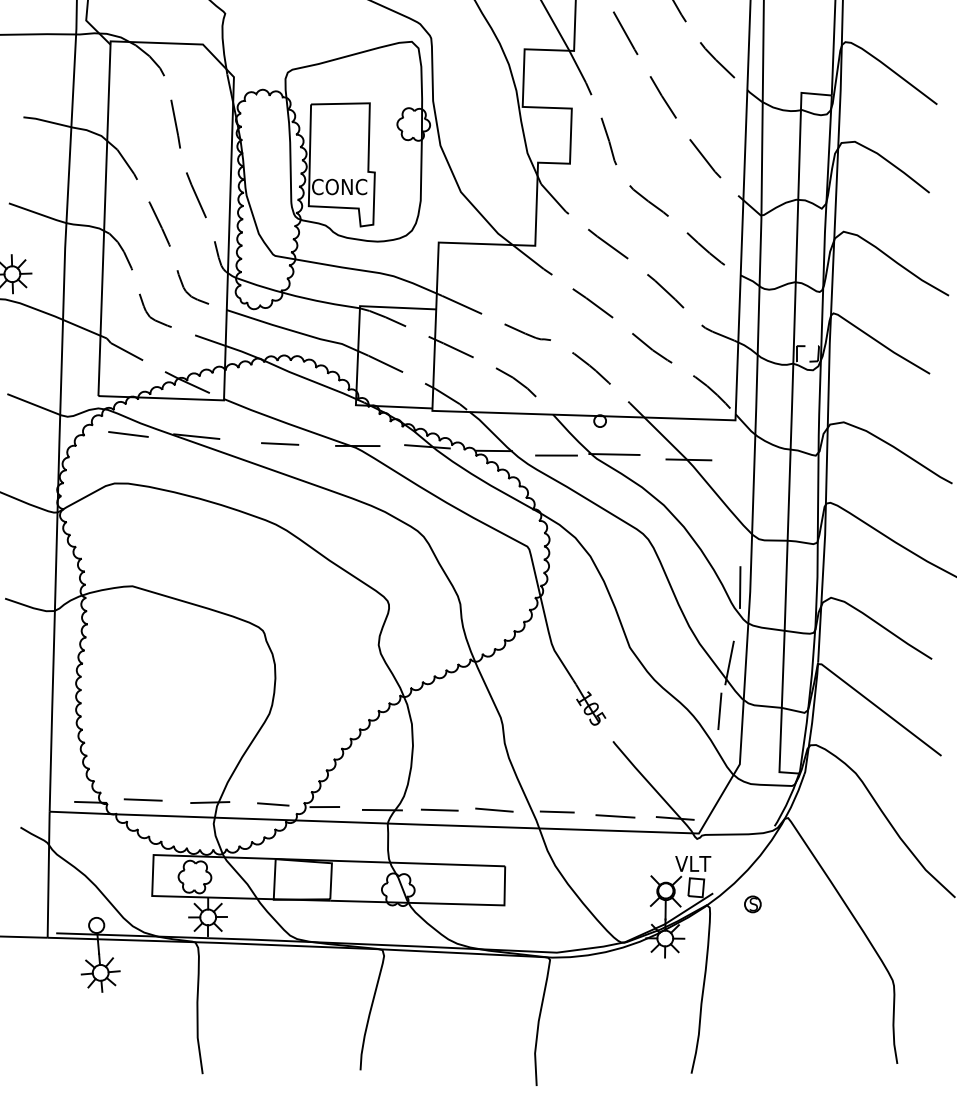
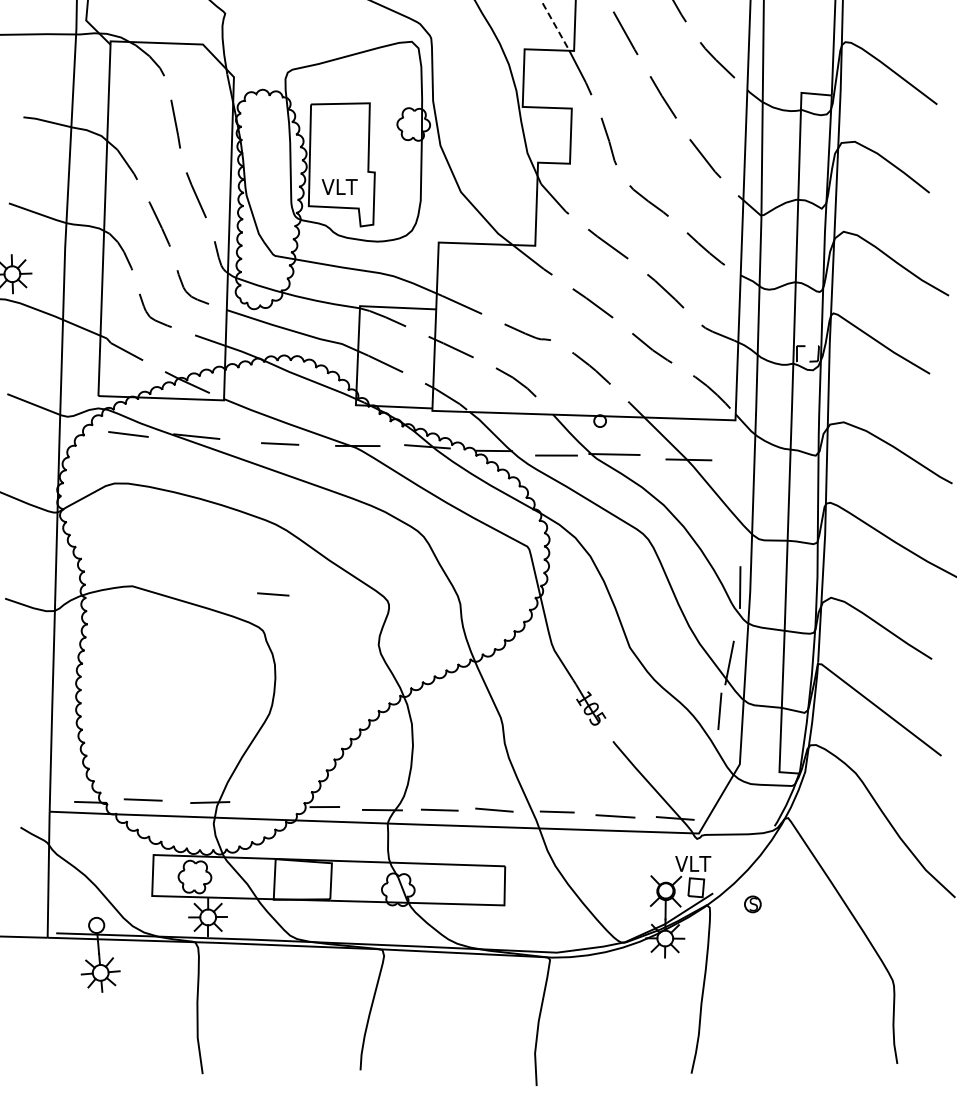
line at (555, 26): solid -> dashed
text at (339, 186): CONC -> VLT
line at (273, 804) position: (273, 804) -> (273, 594)
